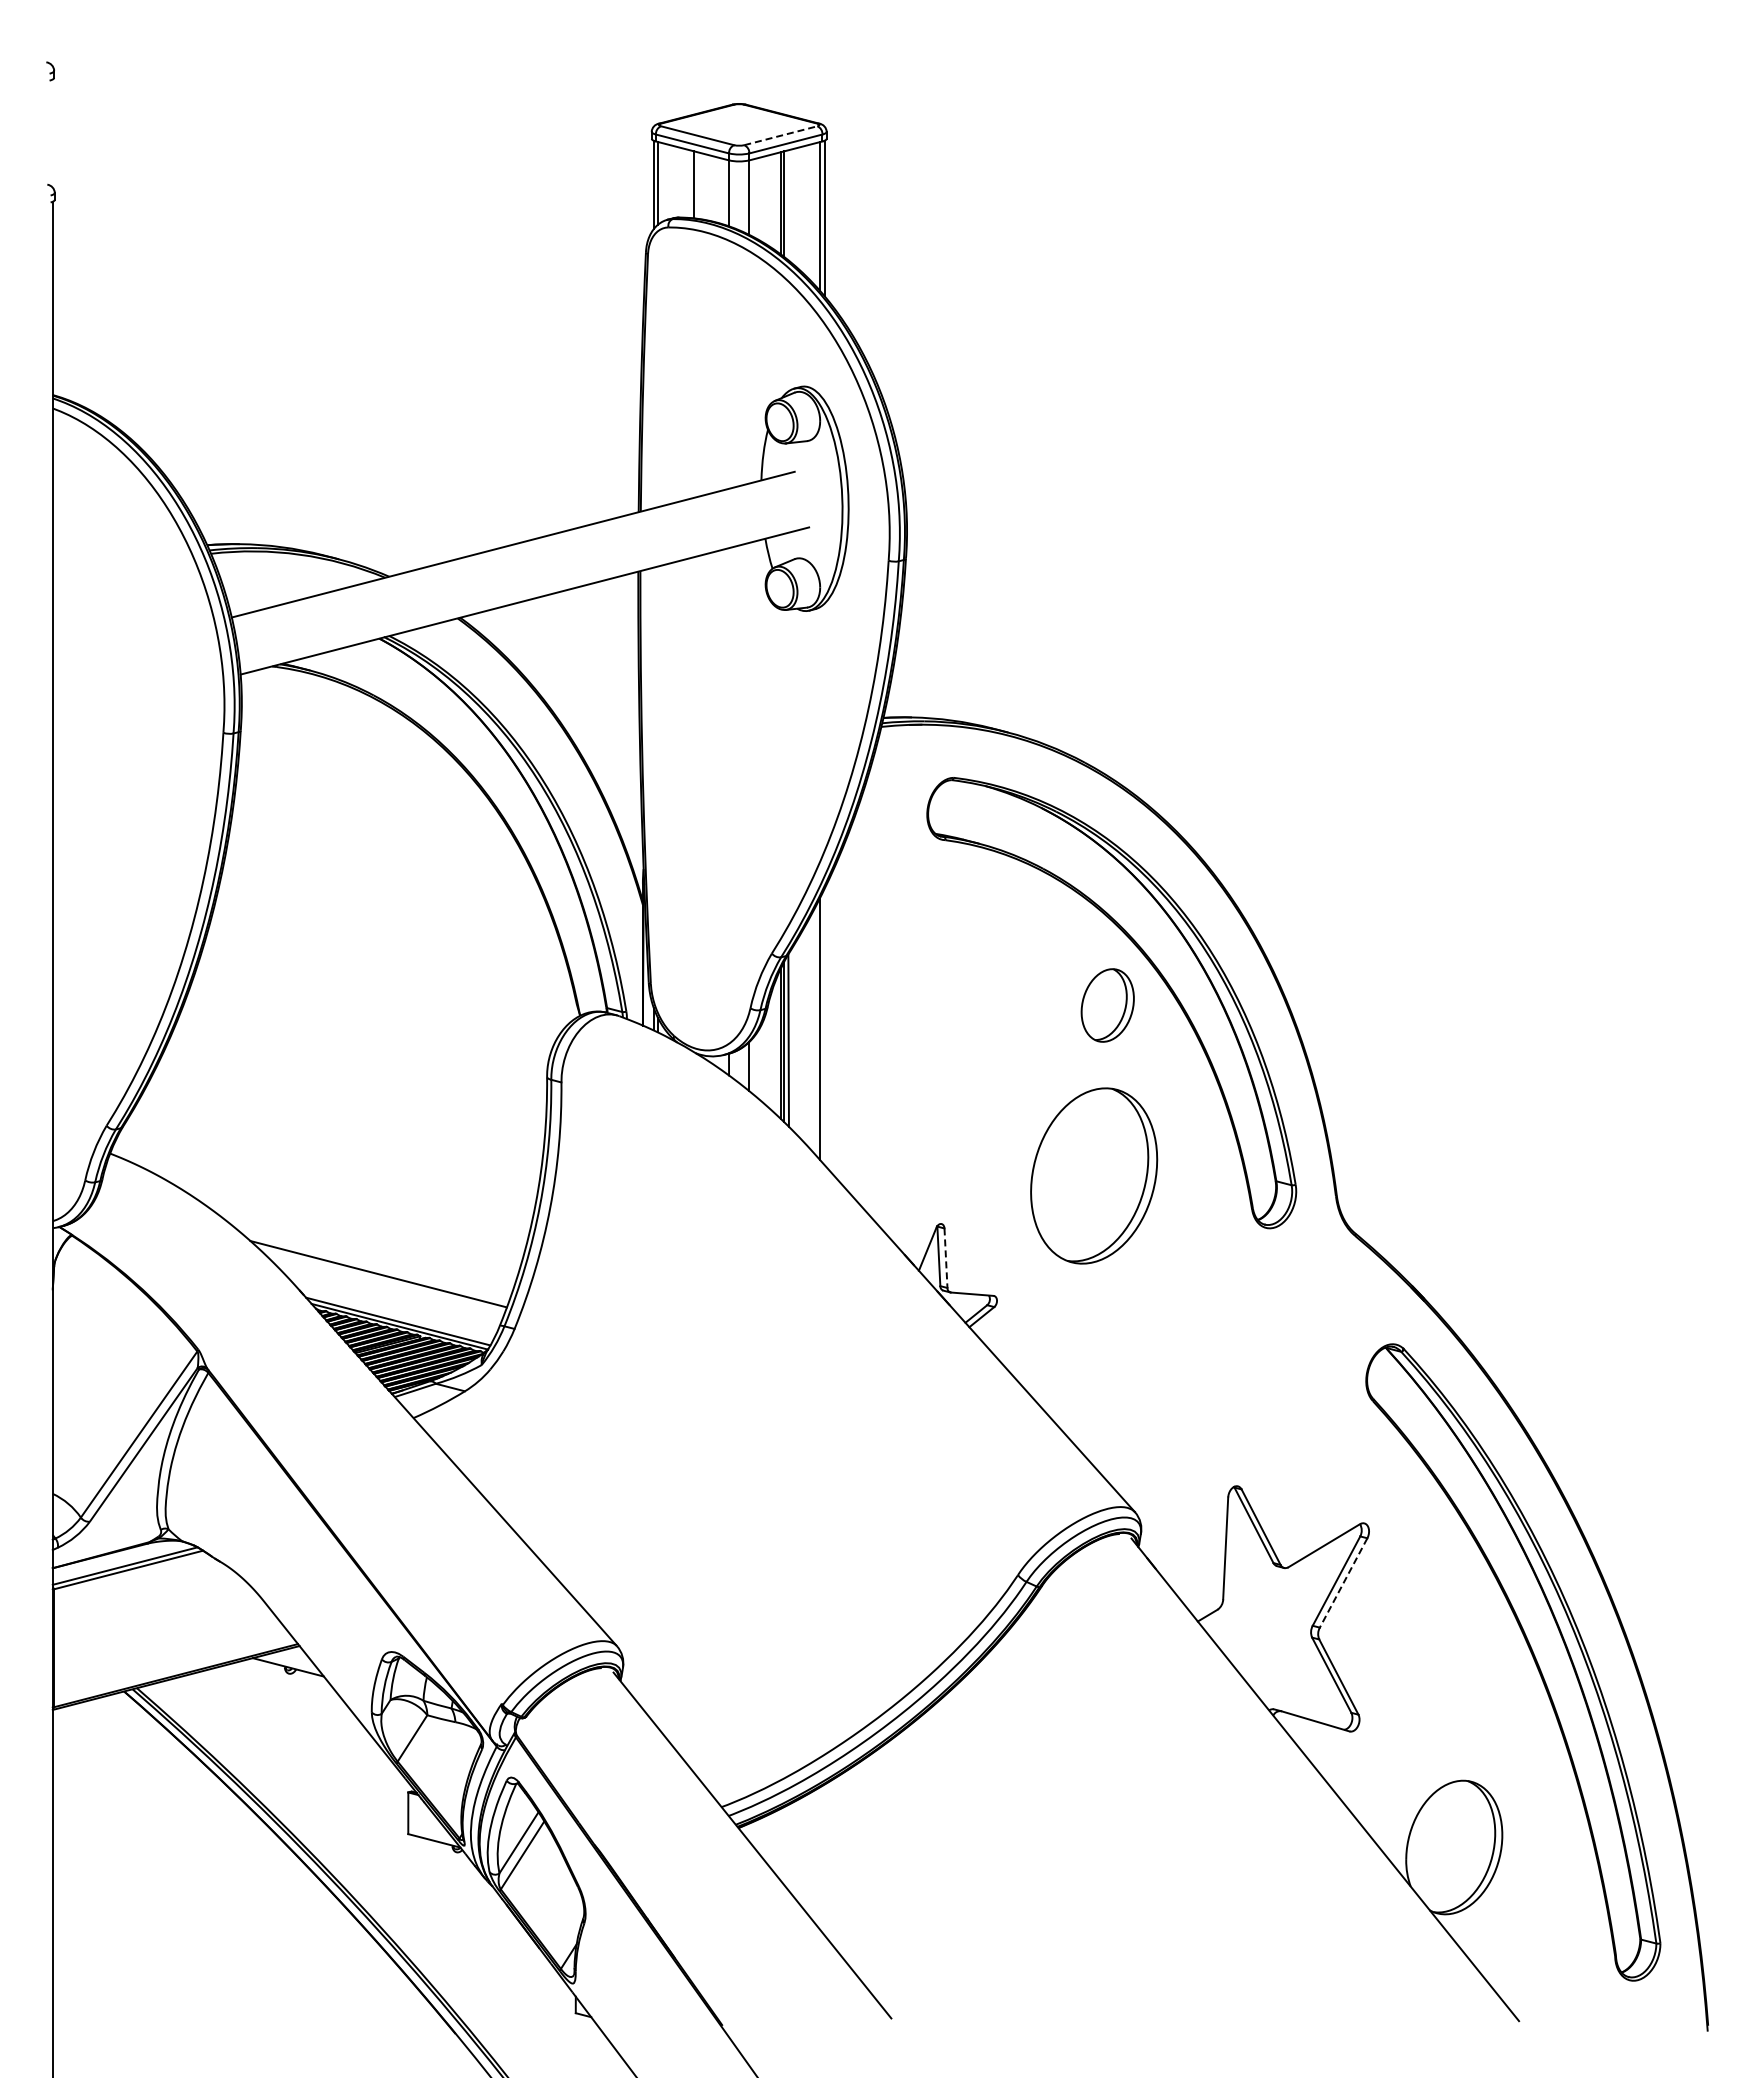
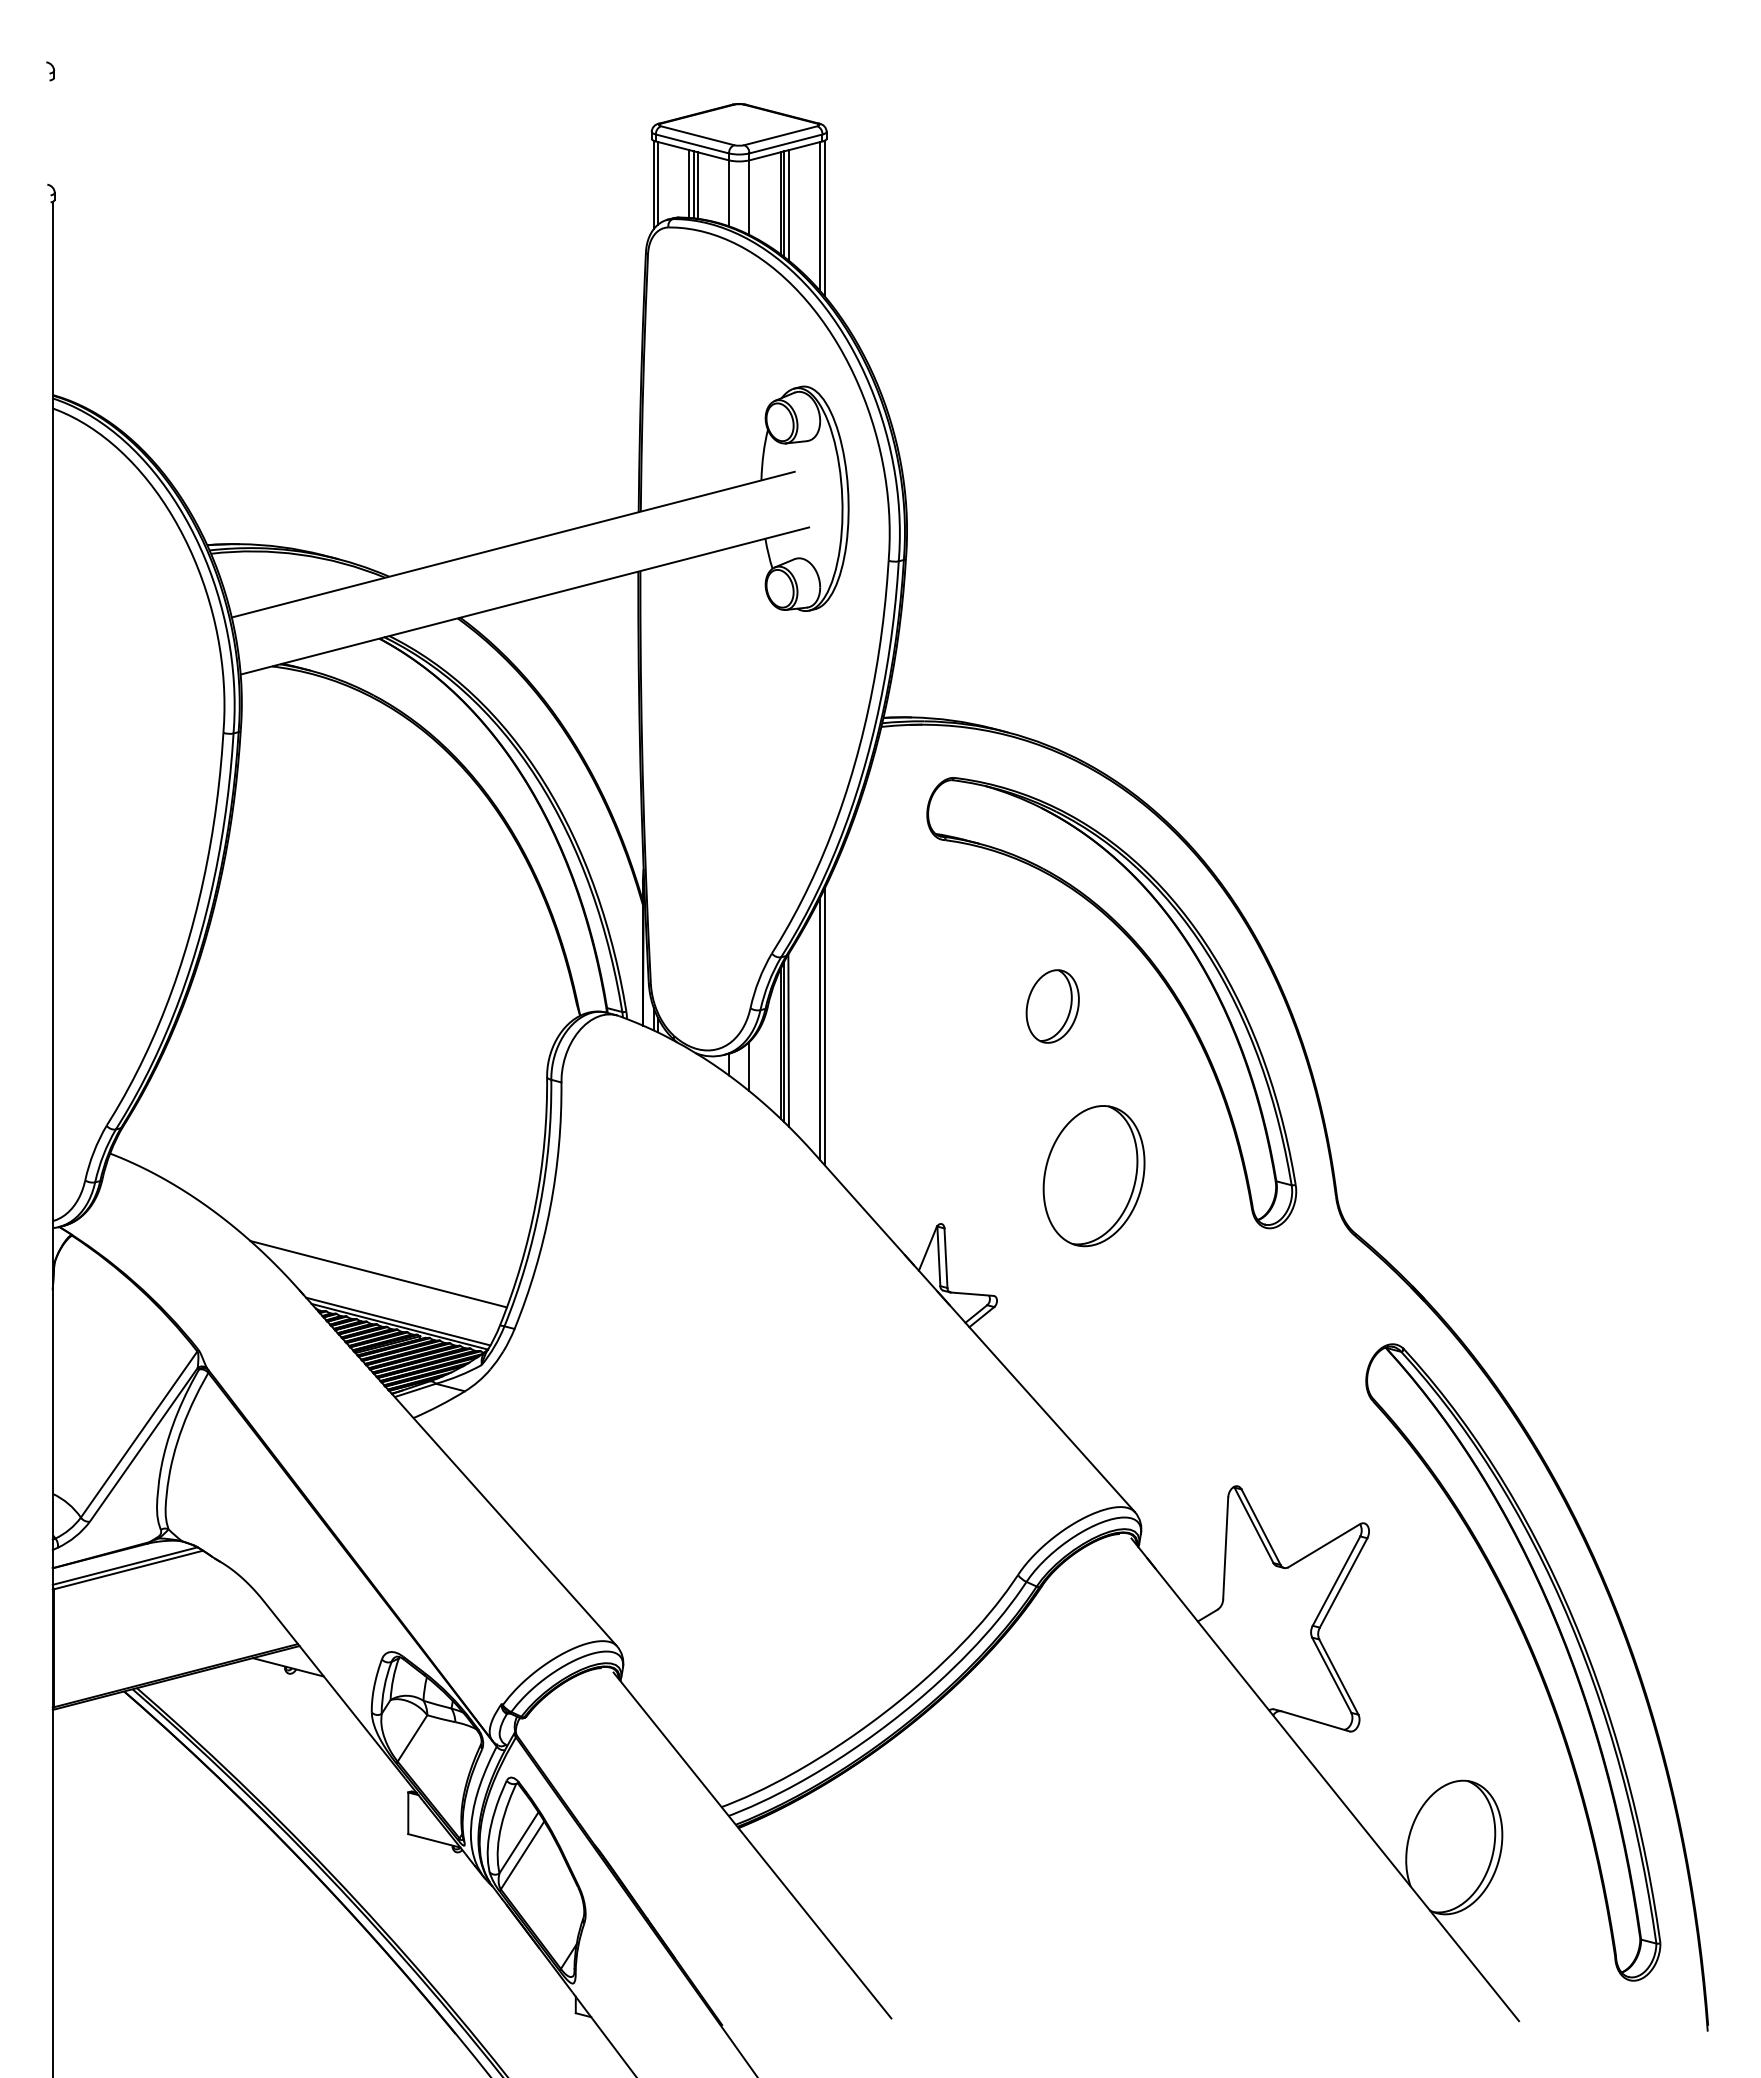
line at (780, 135): dashed -> solid
line at (689, 184): none -> present
line at (697, 185): none -> present
line at (788, 205): none -> present
part at (1107, 1005) position: (1107, 1005) -> (1052, 1006)
line at (824, 1026): none -> present
part at (1094, 1175) size: 129x178 px -> 104x143 px
line at (945, 1258): dashed -> solid
line at (1343, 1582): dashed -> solid
